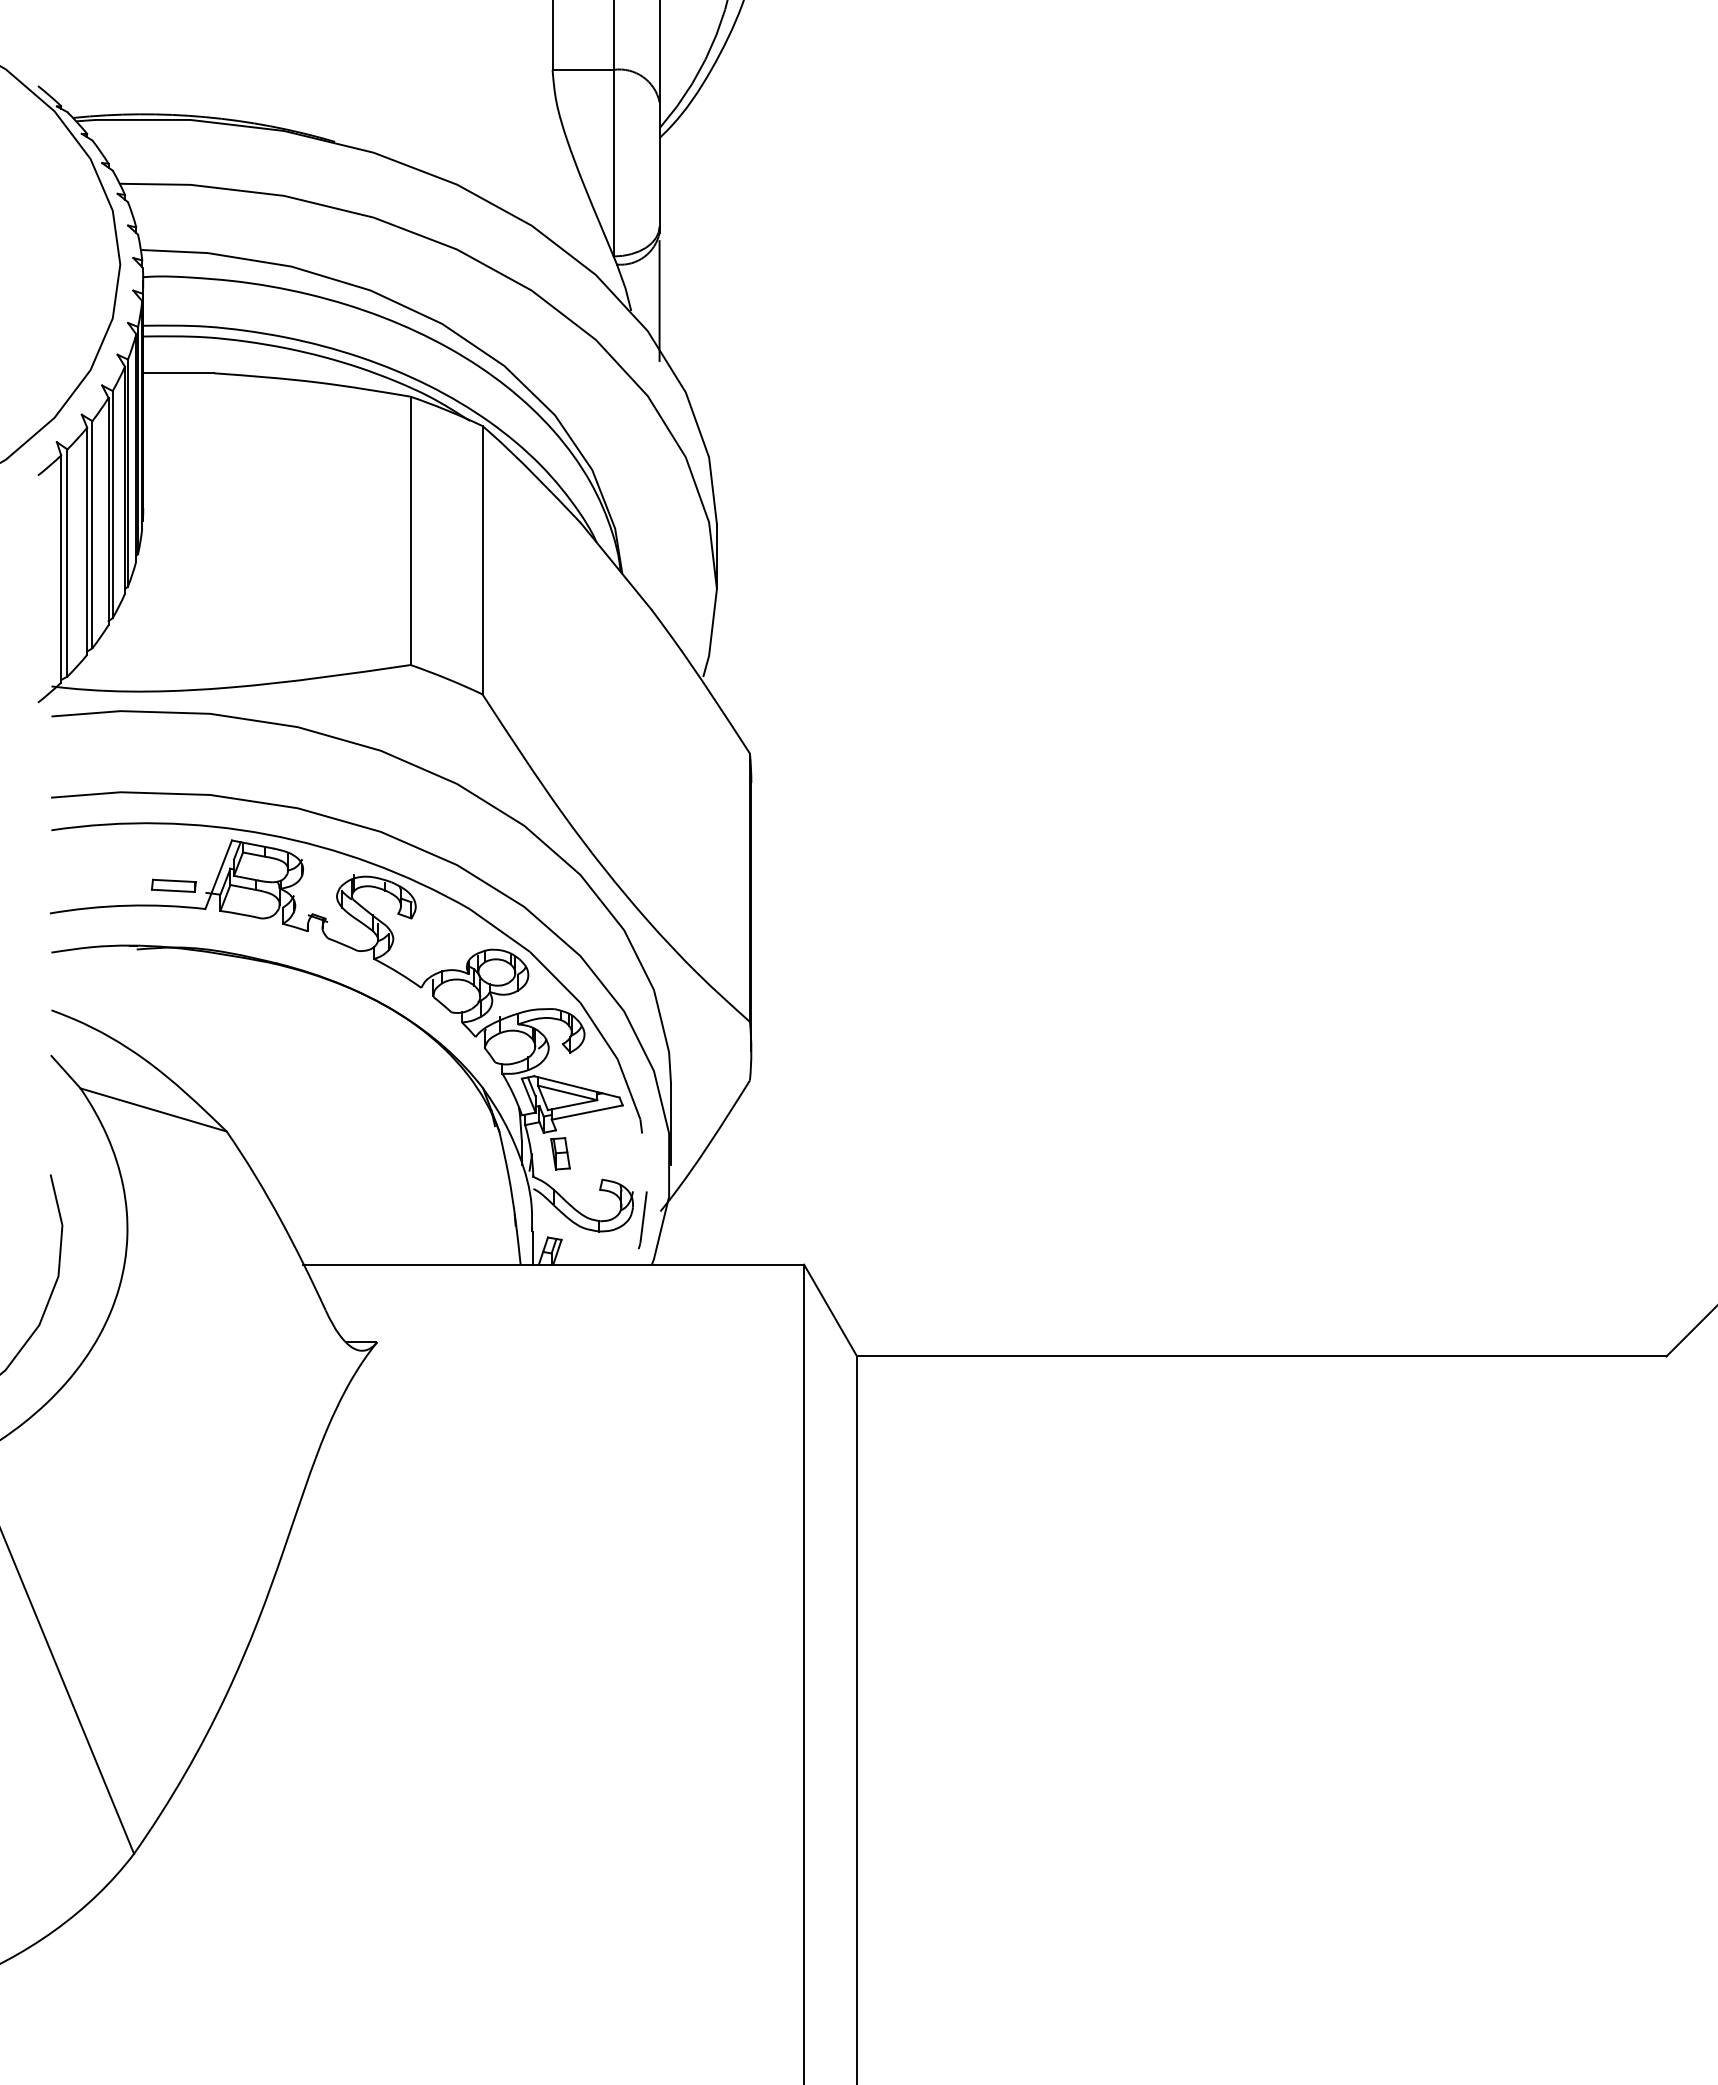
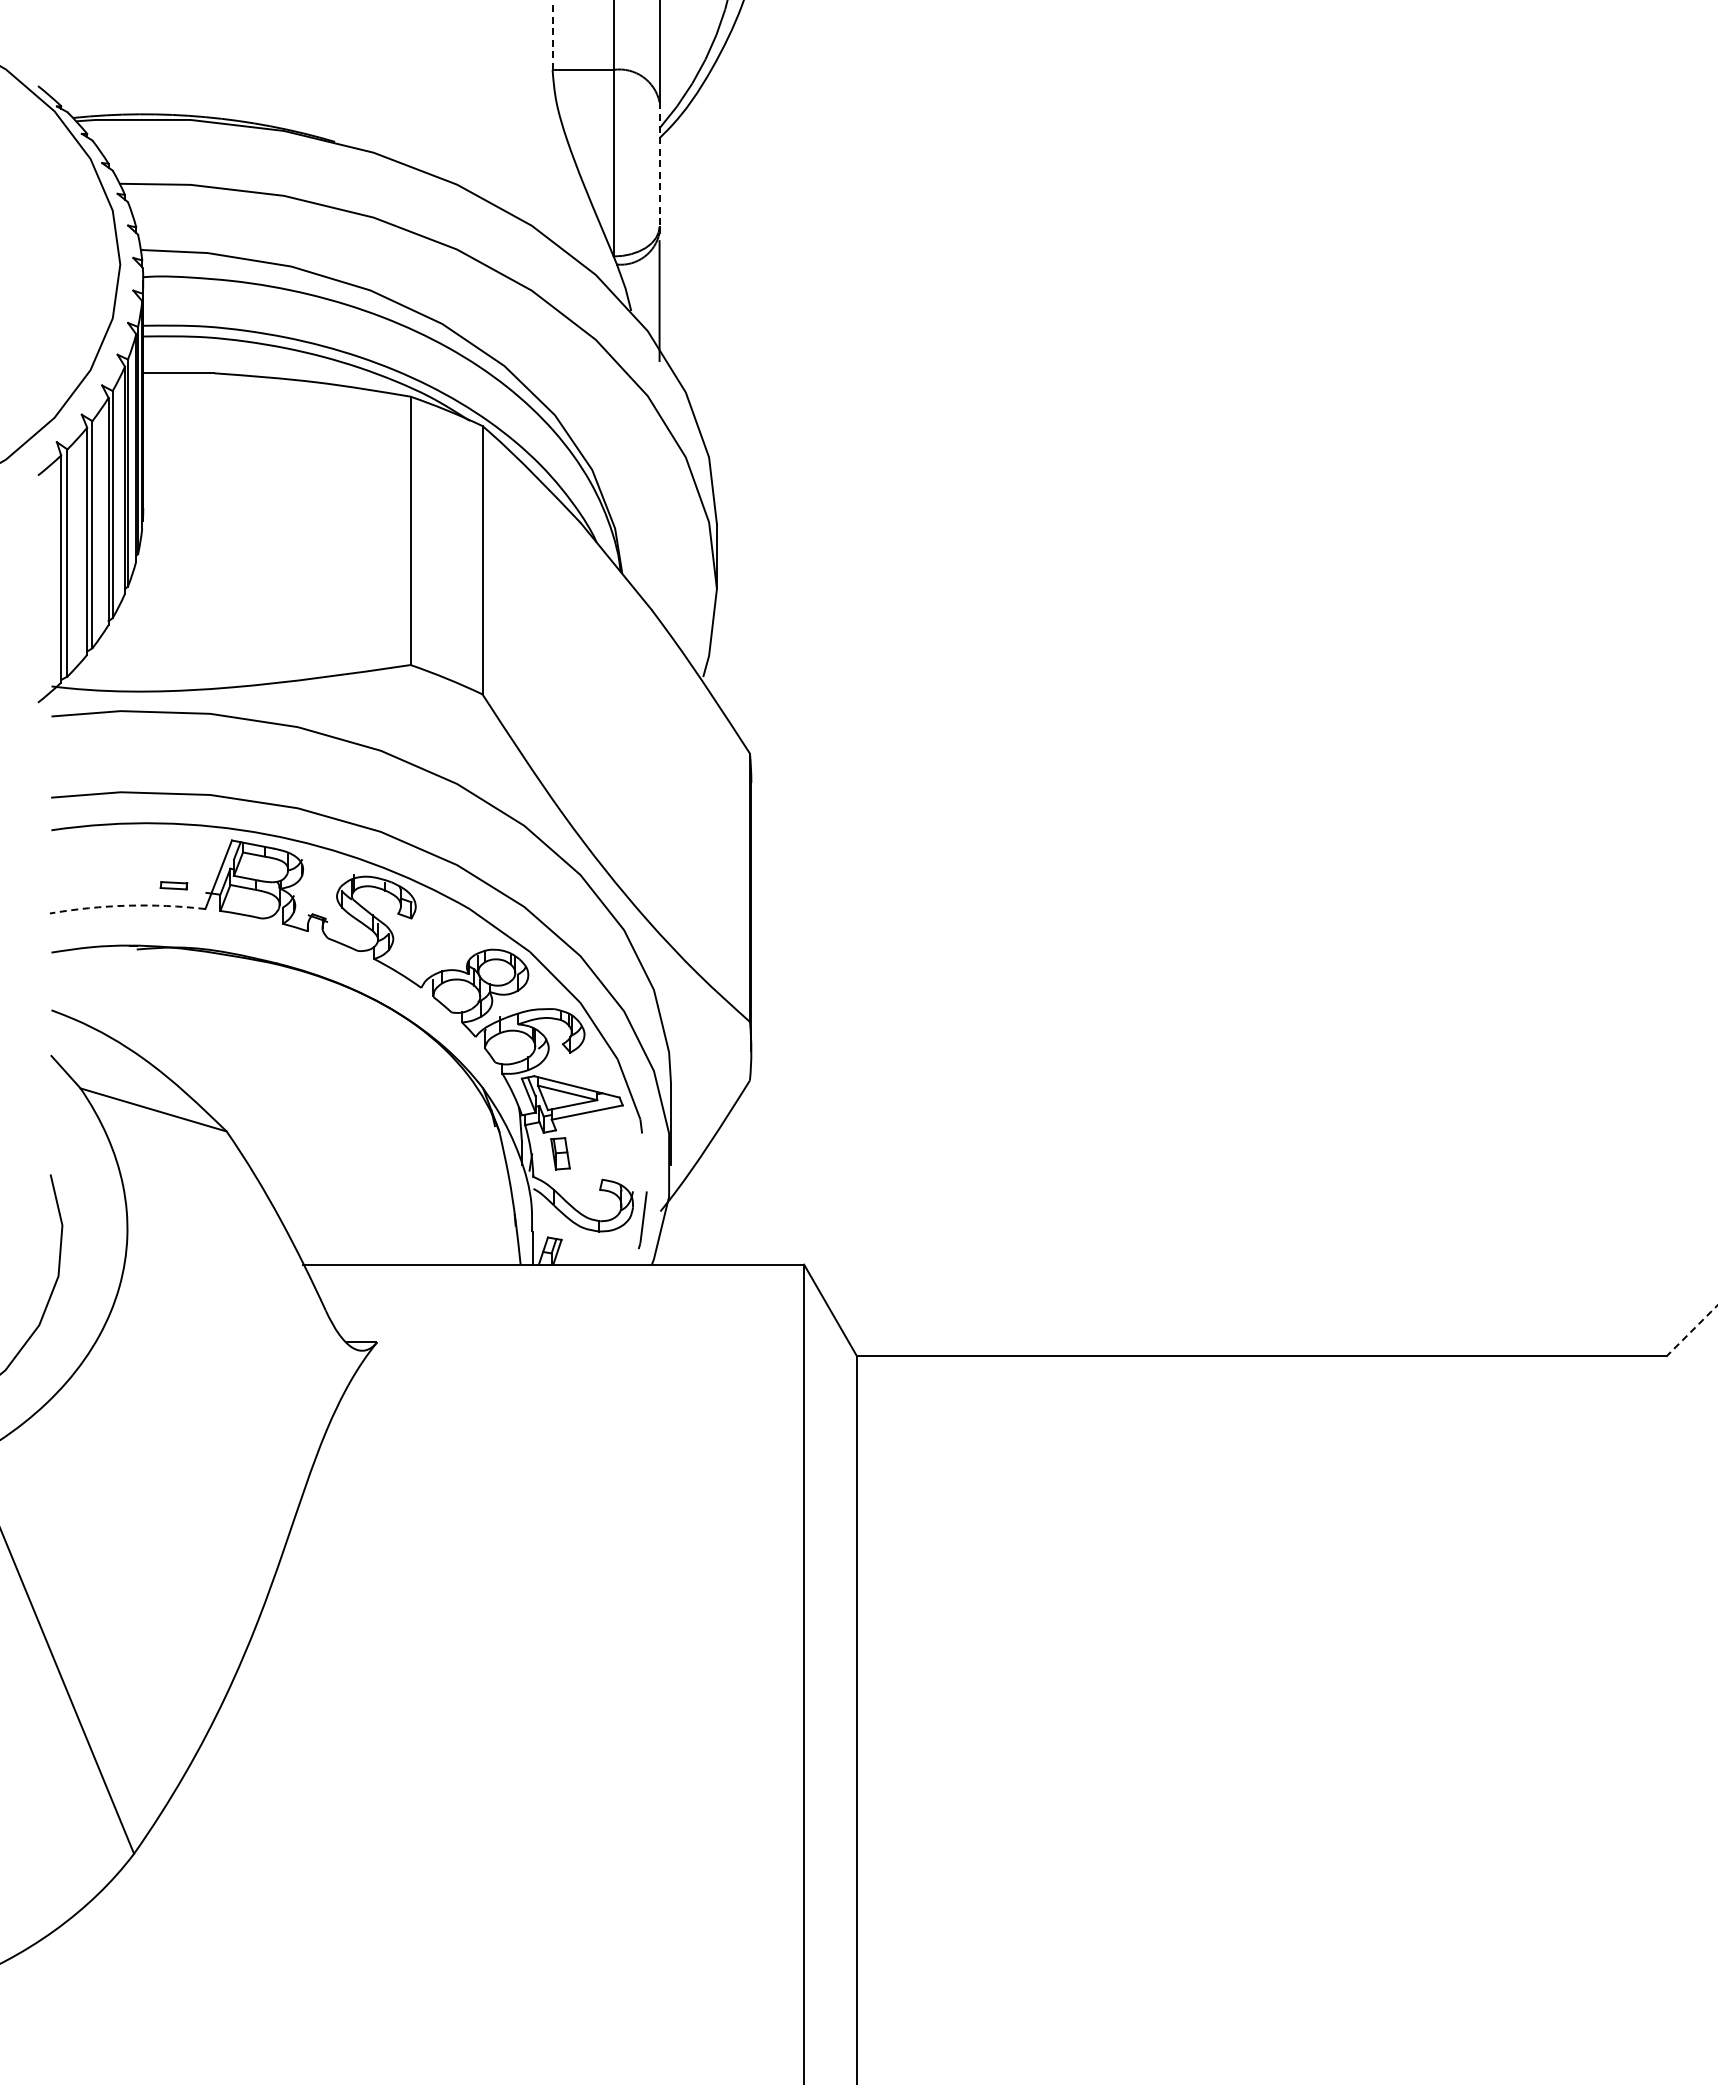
line at (552, 34): solid -> dashed
line at (659, 165): solid -> dashed
part at (173, 885) size: 46x15 px -> 30x10 px
arc at (127, 905): solid -> dashed
line at (1691, 1331): solid -> dashed
